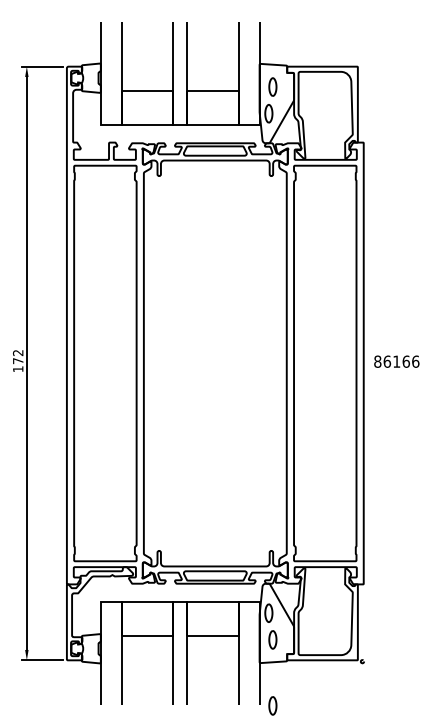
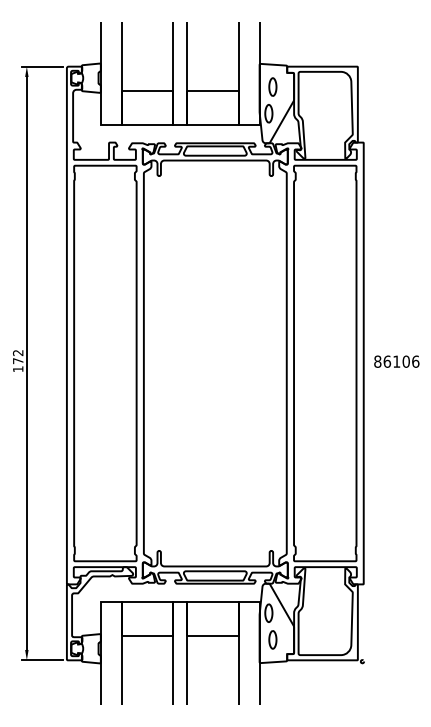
text at (405, 361): 86166 -> 86106
part at (272, 705): present -> none
